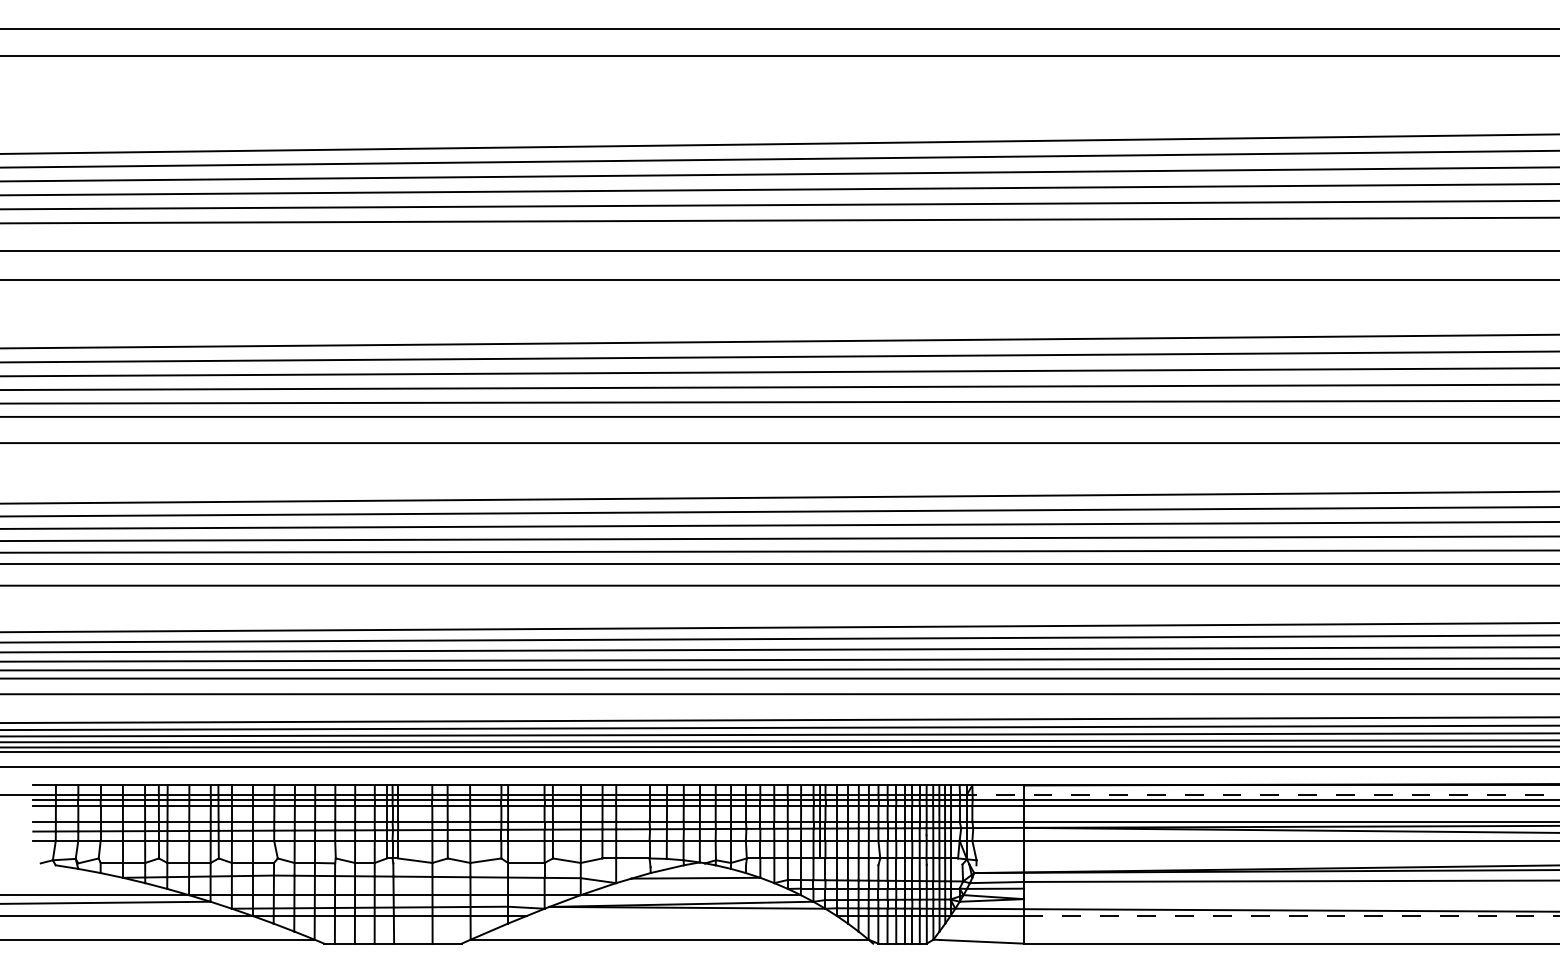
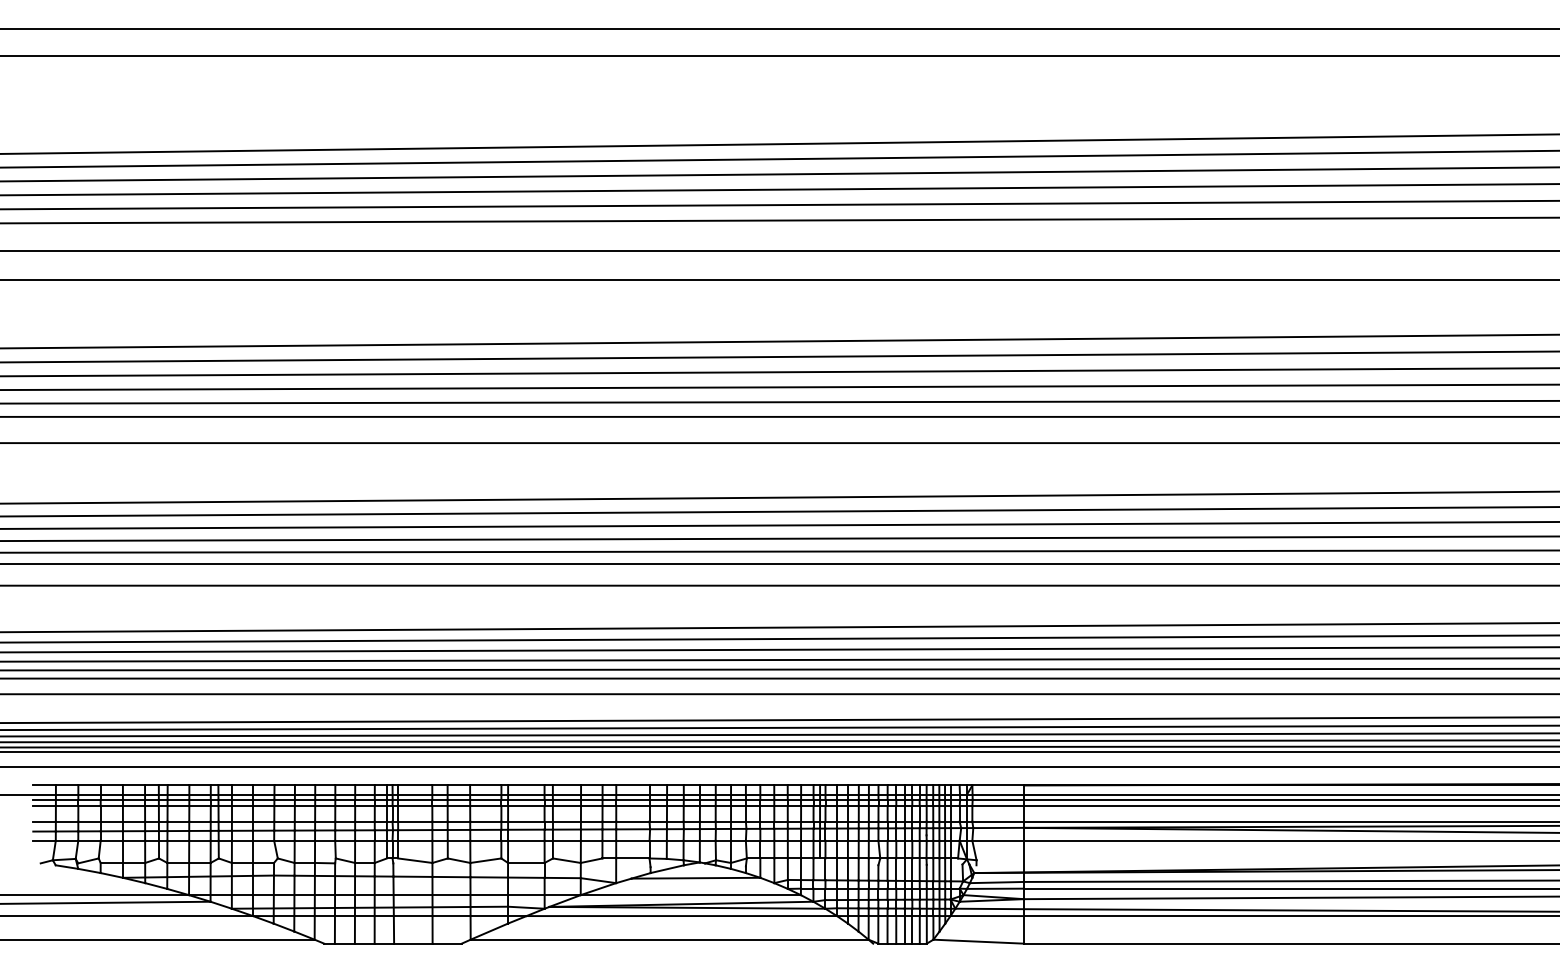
line at (1262, 794): dashed -> solid
line at (1290, 888): none -> present
line at (1290, 897): none -> present
line at (681, 916): none -> present
line at (1291, 916): dashed -> solid
